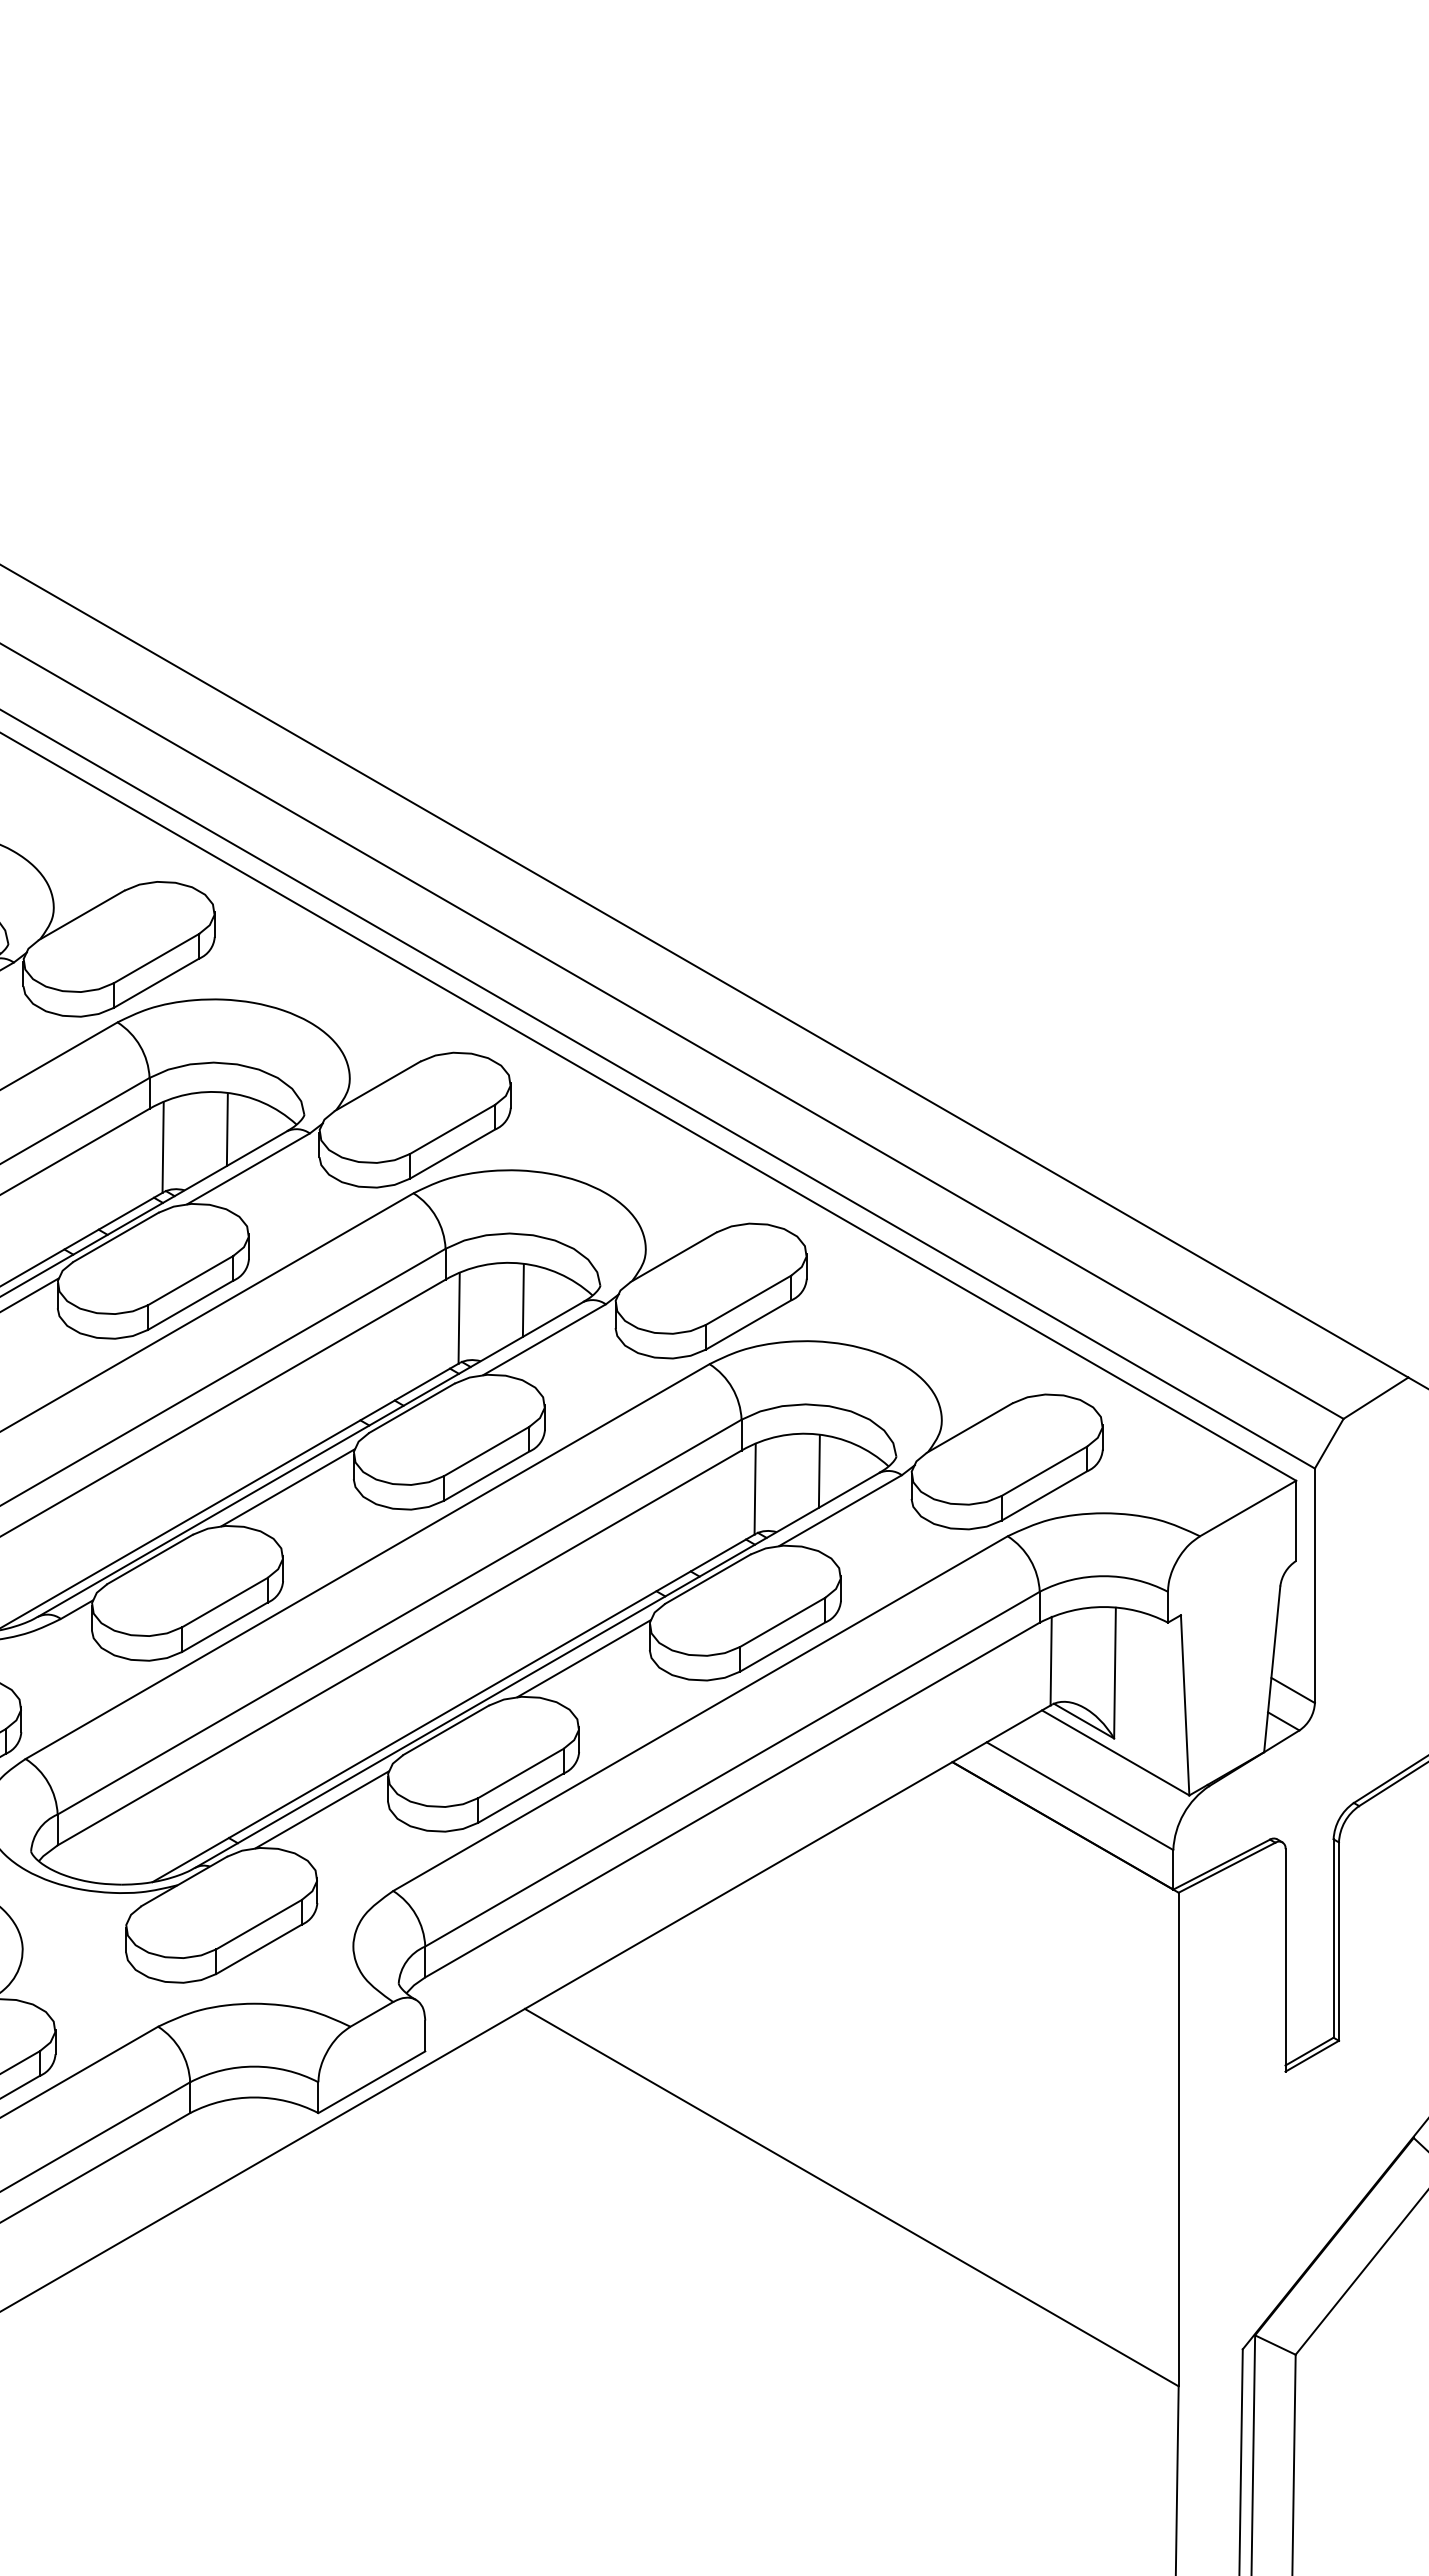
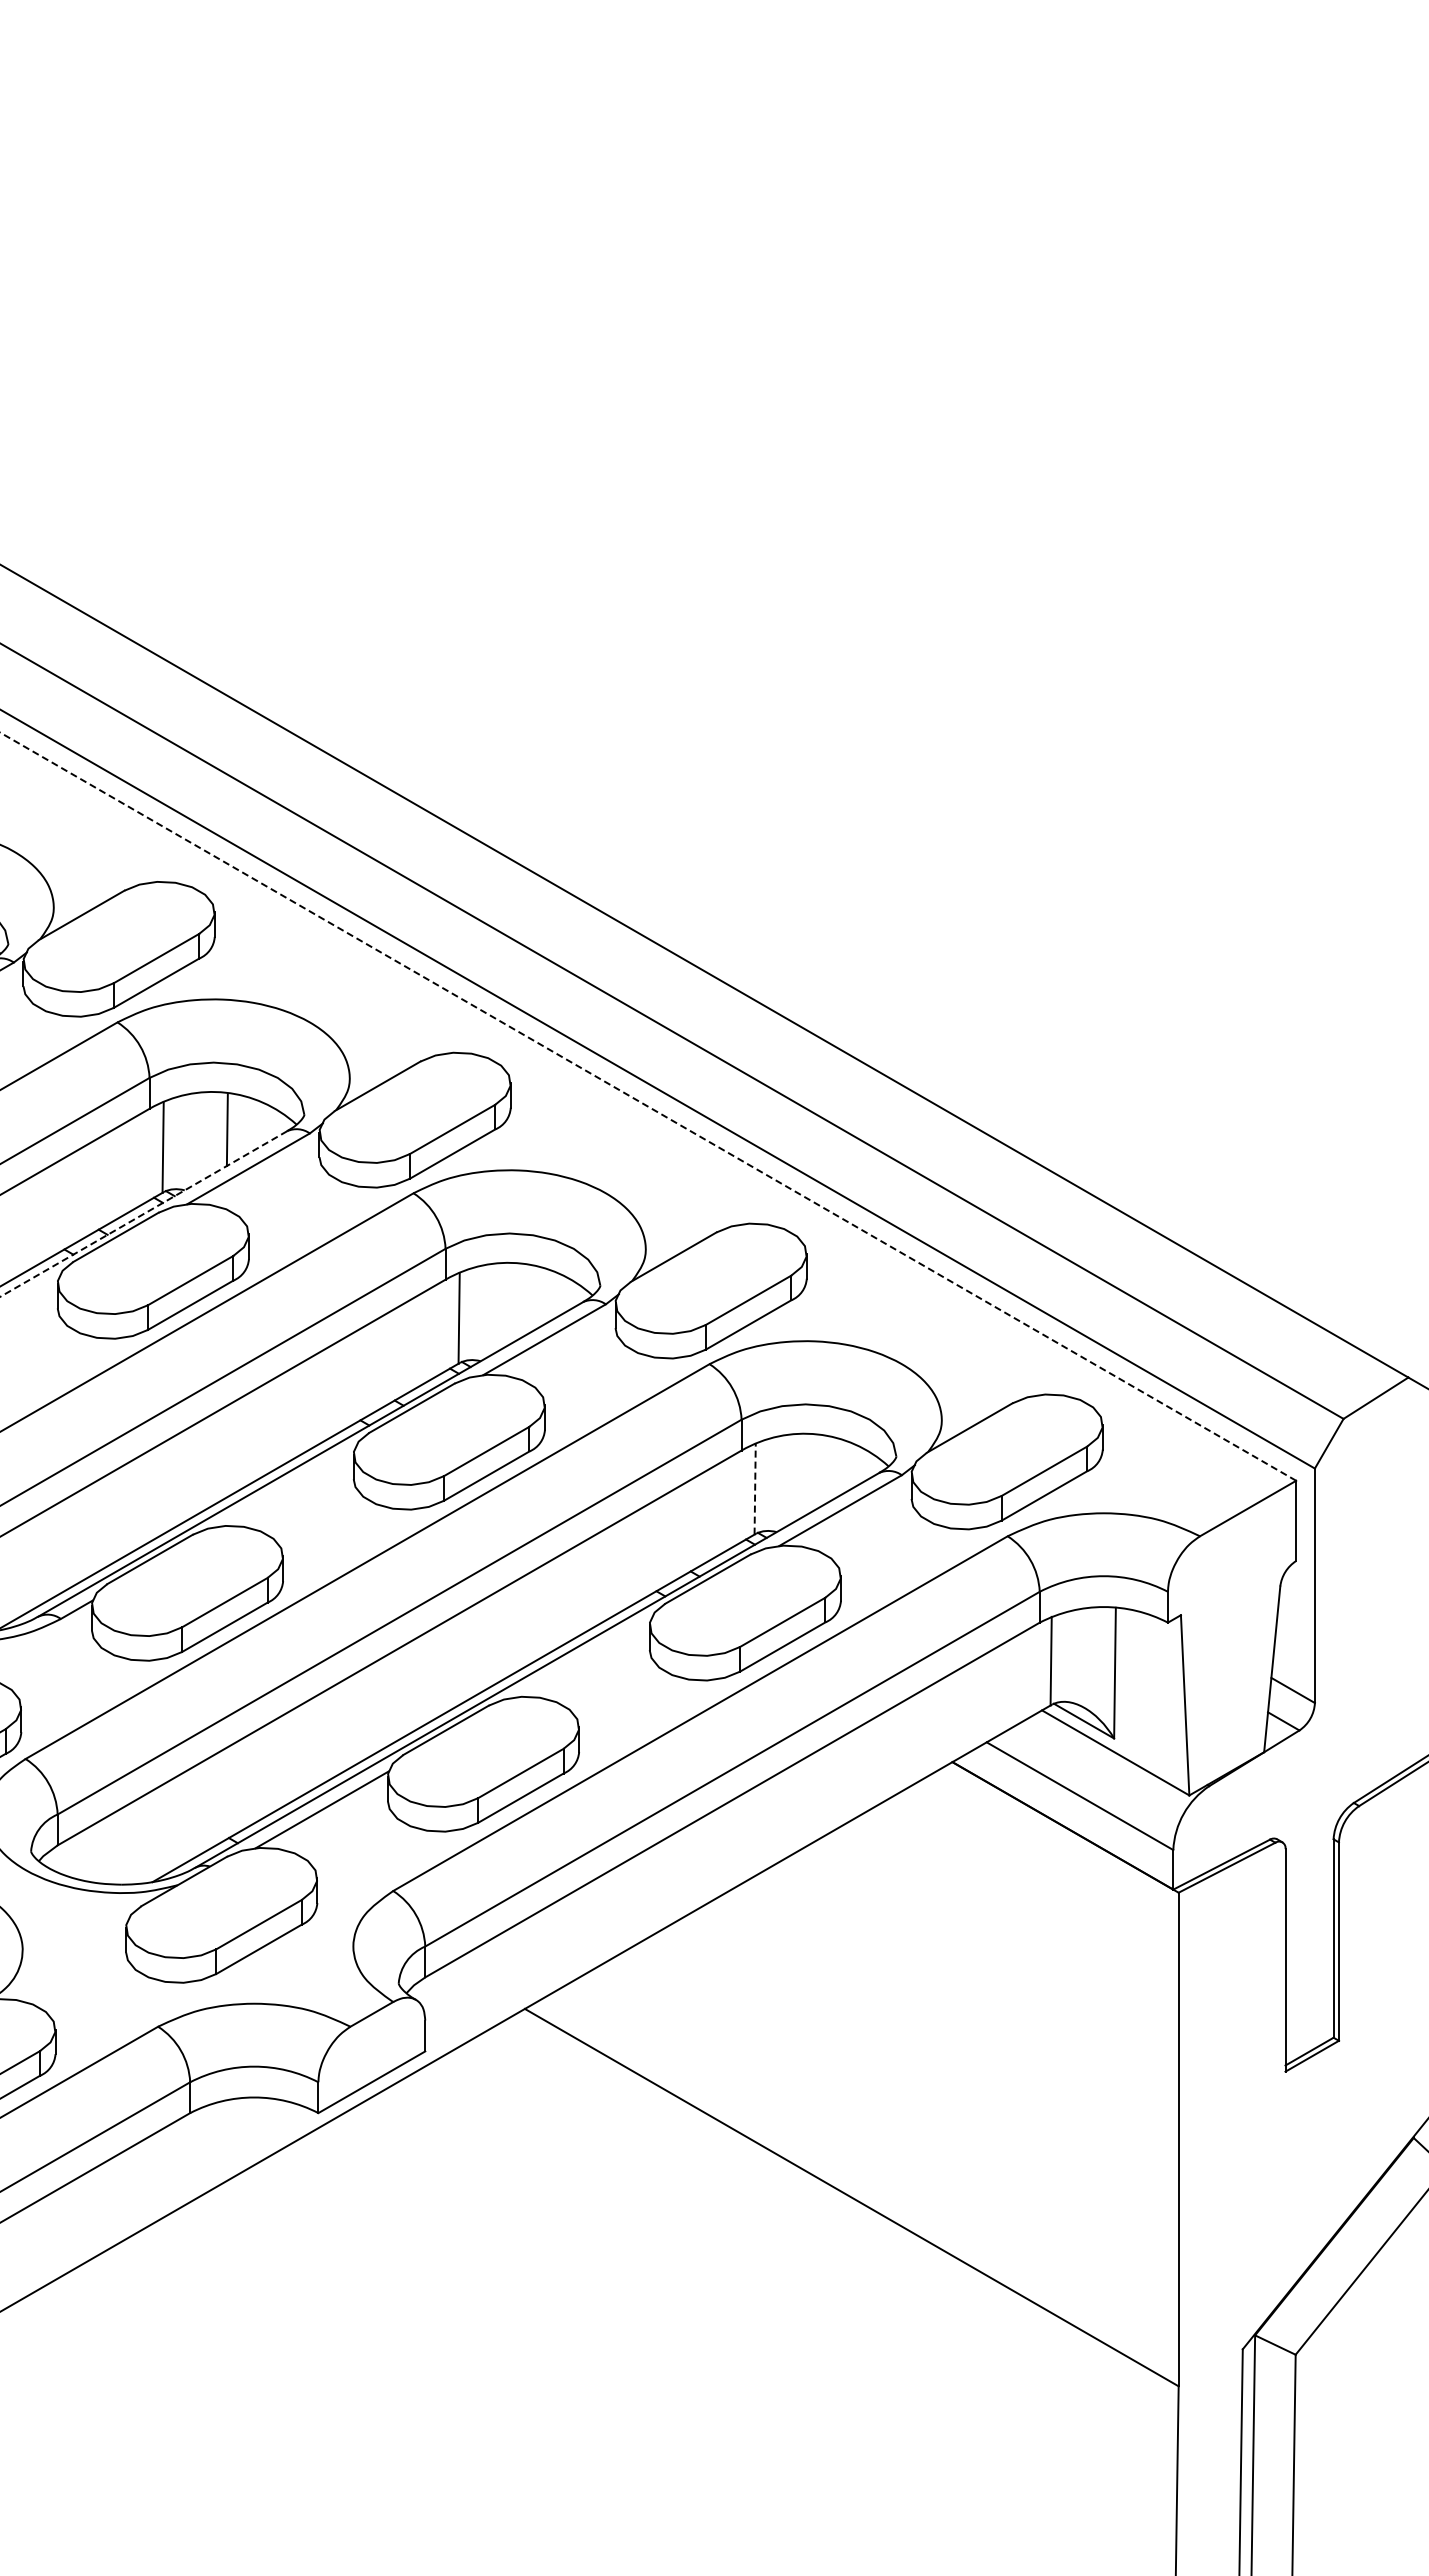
line at (648, 1106): solid -> dashed
line at (143, 1214): solid -> dashed
line at (30, 1294): present -> none
line at (522, 1300): present -> none
line at (818, 1471): present -> none
line at (287, 1487): present -> none
line at (755, 1488): solid -> dashed
line at (583, 1658): present -> none
